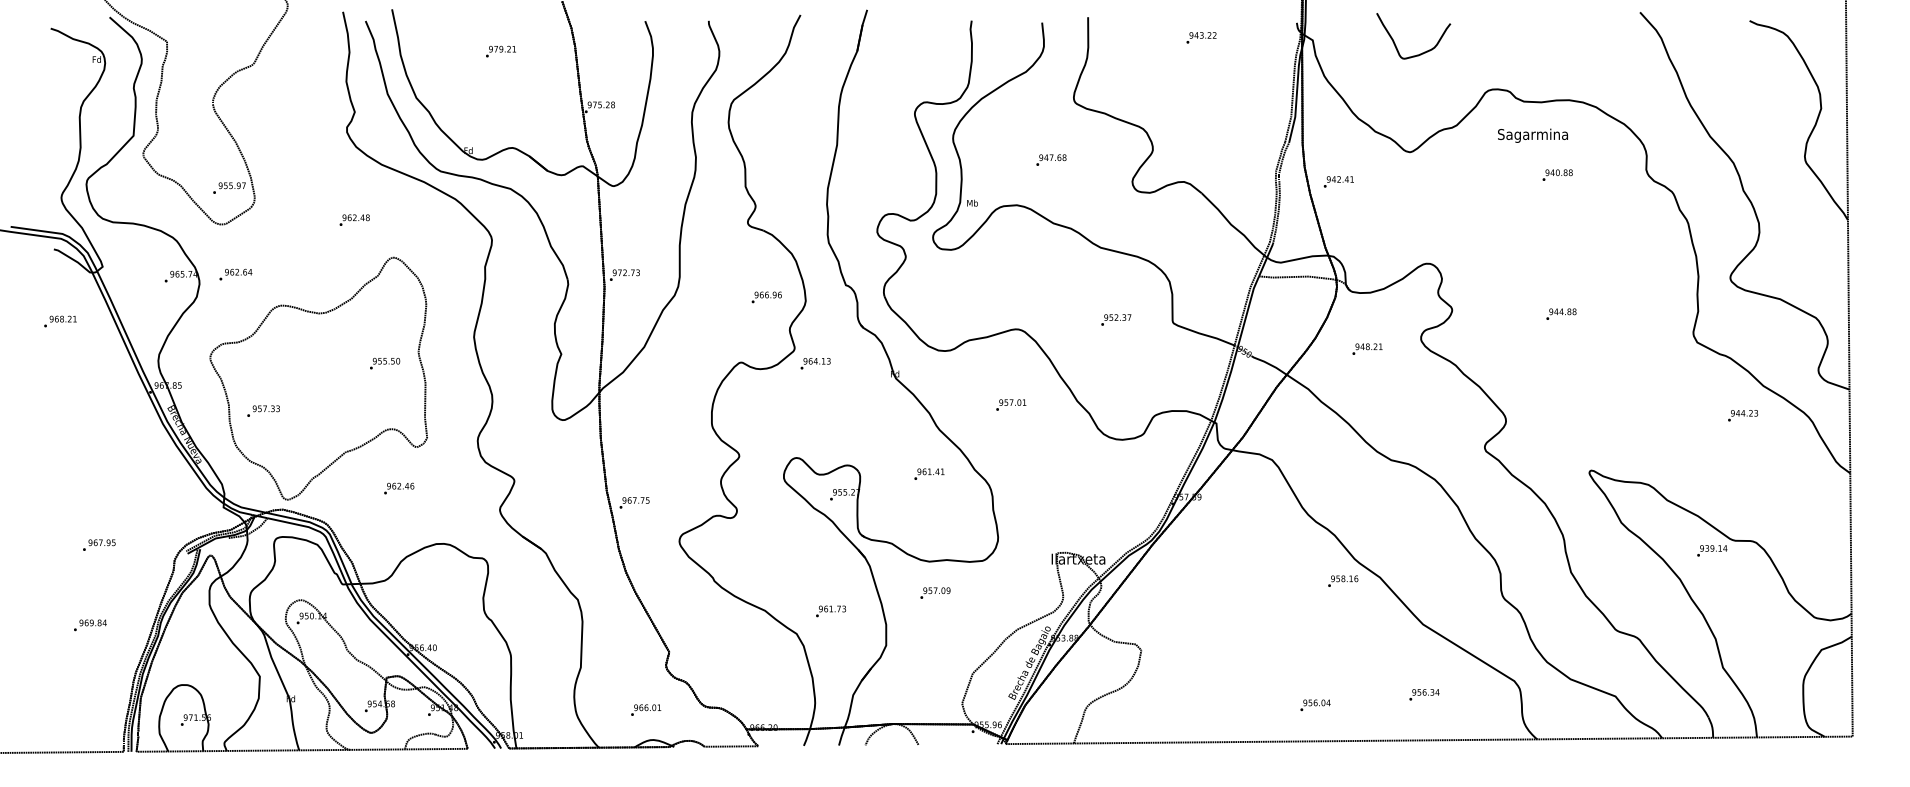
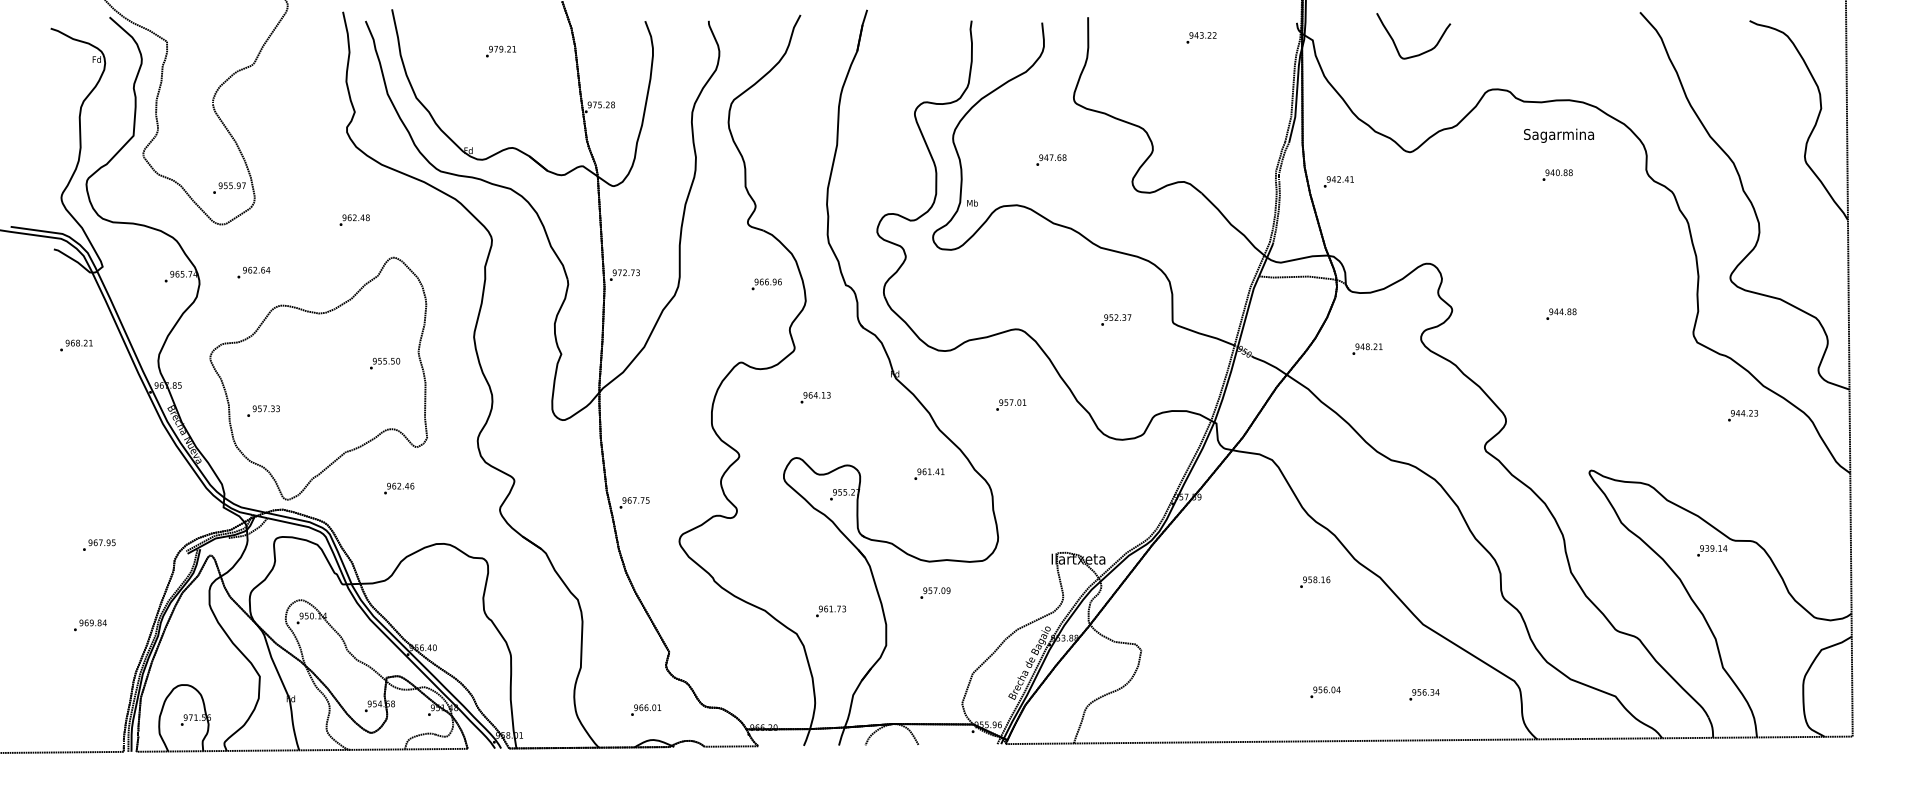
text at (1532, 135) position: (1532, 135) -> (1558, 135)
text at (235, 274) position: (235, 274) -> (253, 272)
text at (766, 297) position: (766, 297) -> (766, 284)
text at (60, 321) position: (60, 321) -> (76, 345)
text at (815, 363) position: (815, 363) -> (815, 397)
text at (1343, 580) position: (1343, 580) -> (1315, 581)
text at (1315, 705) position: (1315, 705) -> (1325, 692)
